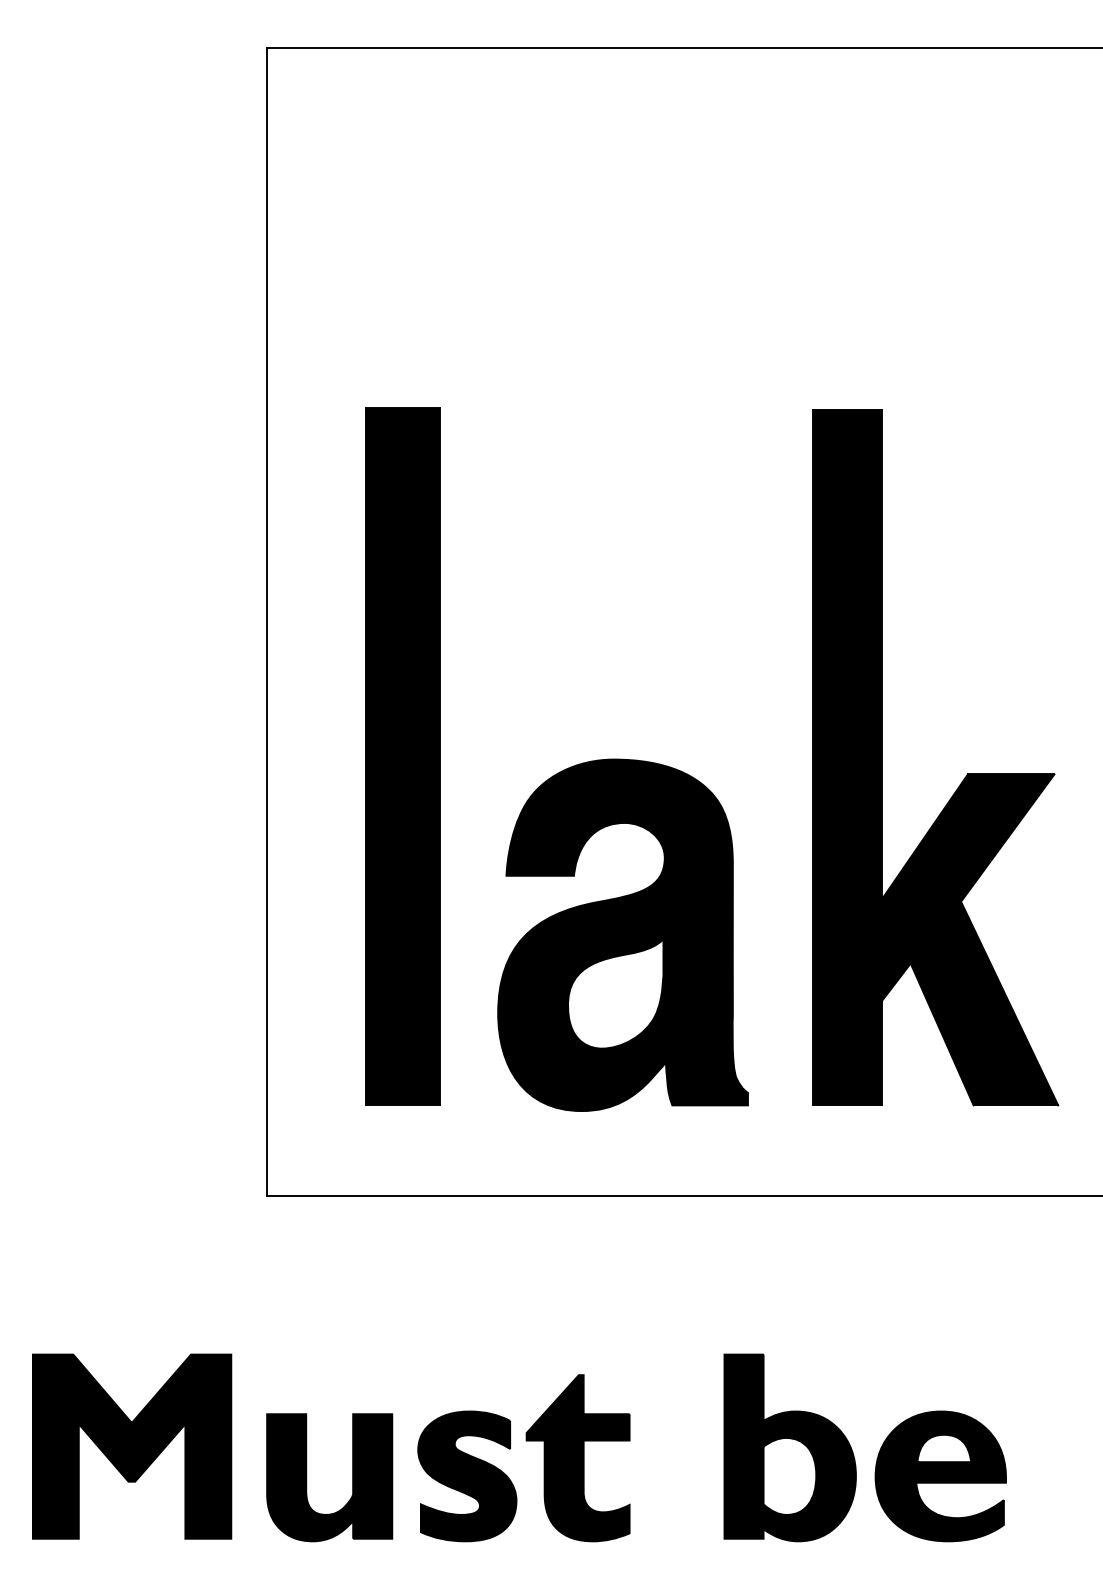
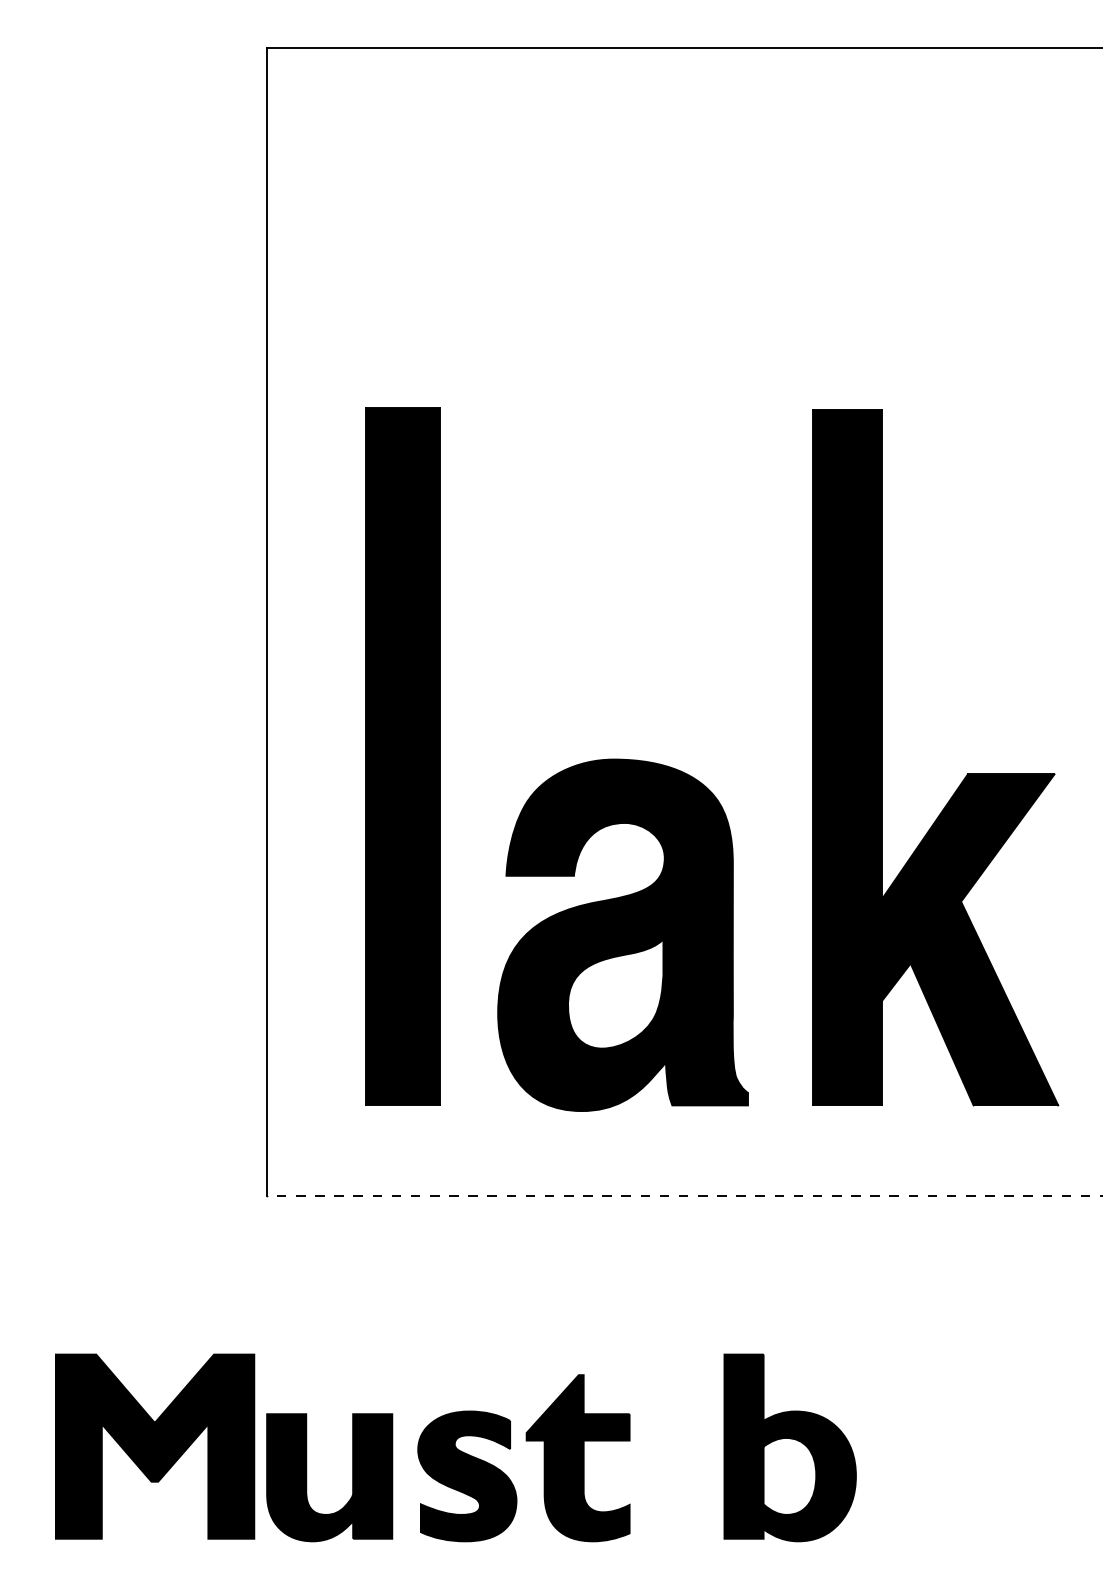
line at (685, 1196): solid -> dashed
part at (132, 1446) position: (132, 1446) -> (155, 1446)
part at (940, 1476): present -> none
